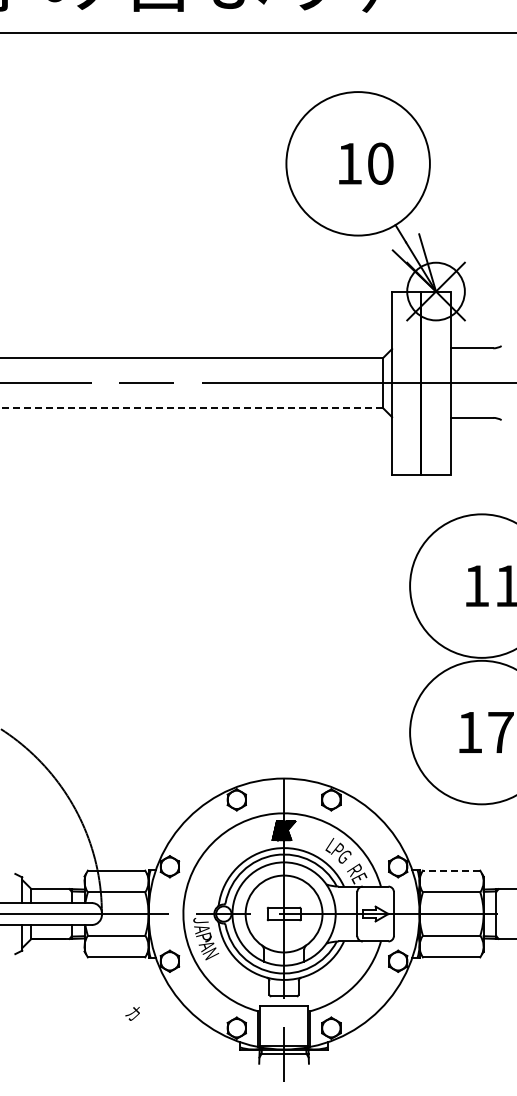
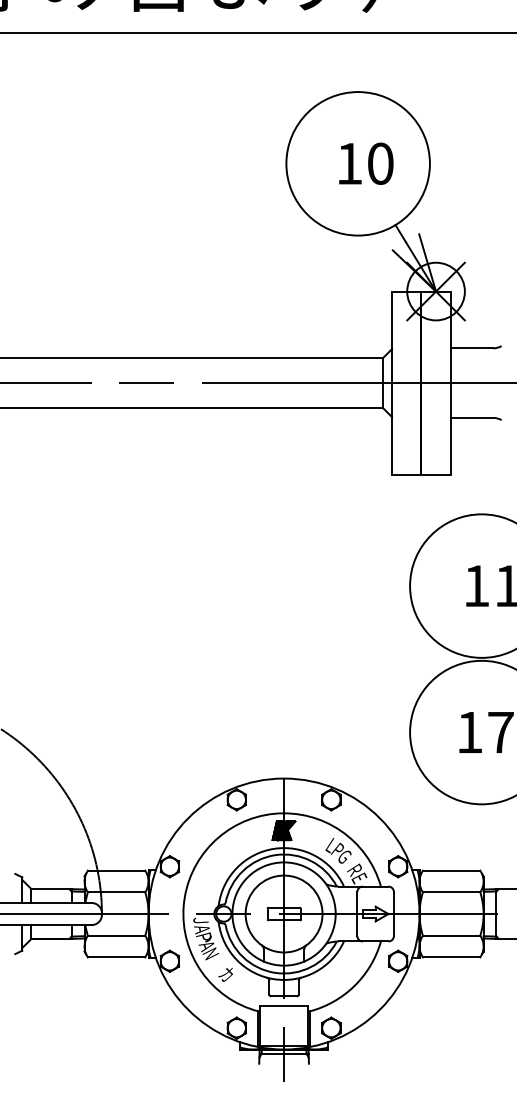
line at (191, 408): dashed -> solid
line at (451, 870): dashed -> solid
text at (132, 1013) position: (132, 1013) -> (225, 974)
